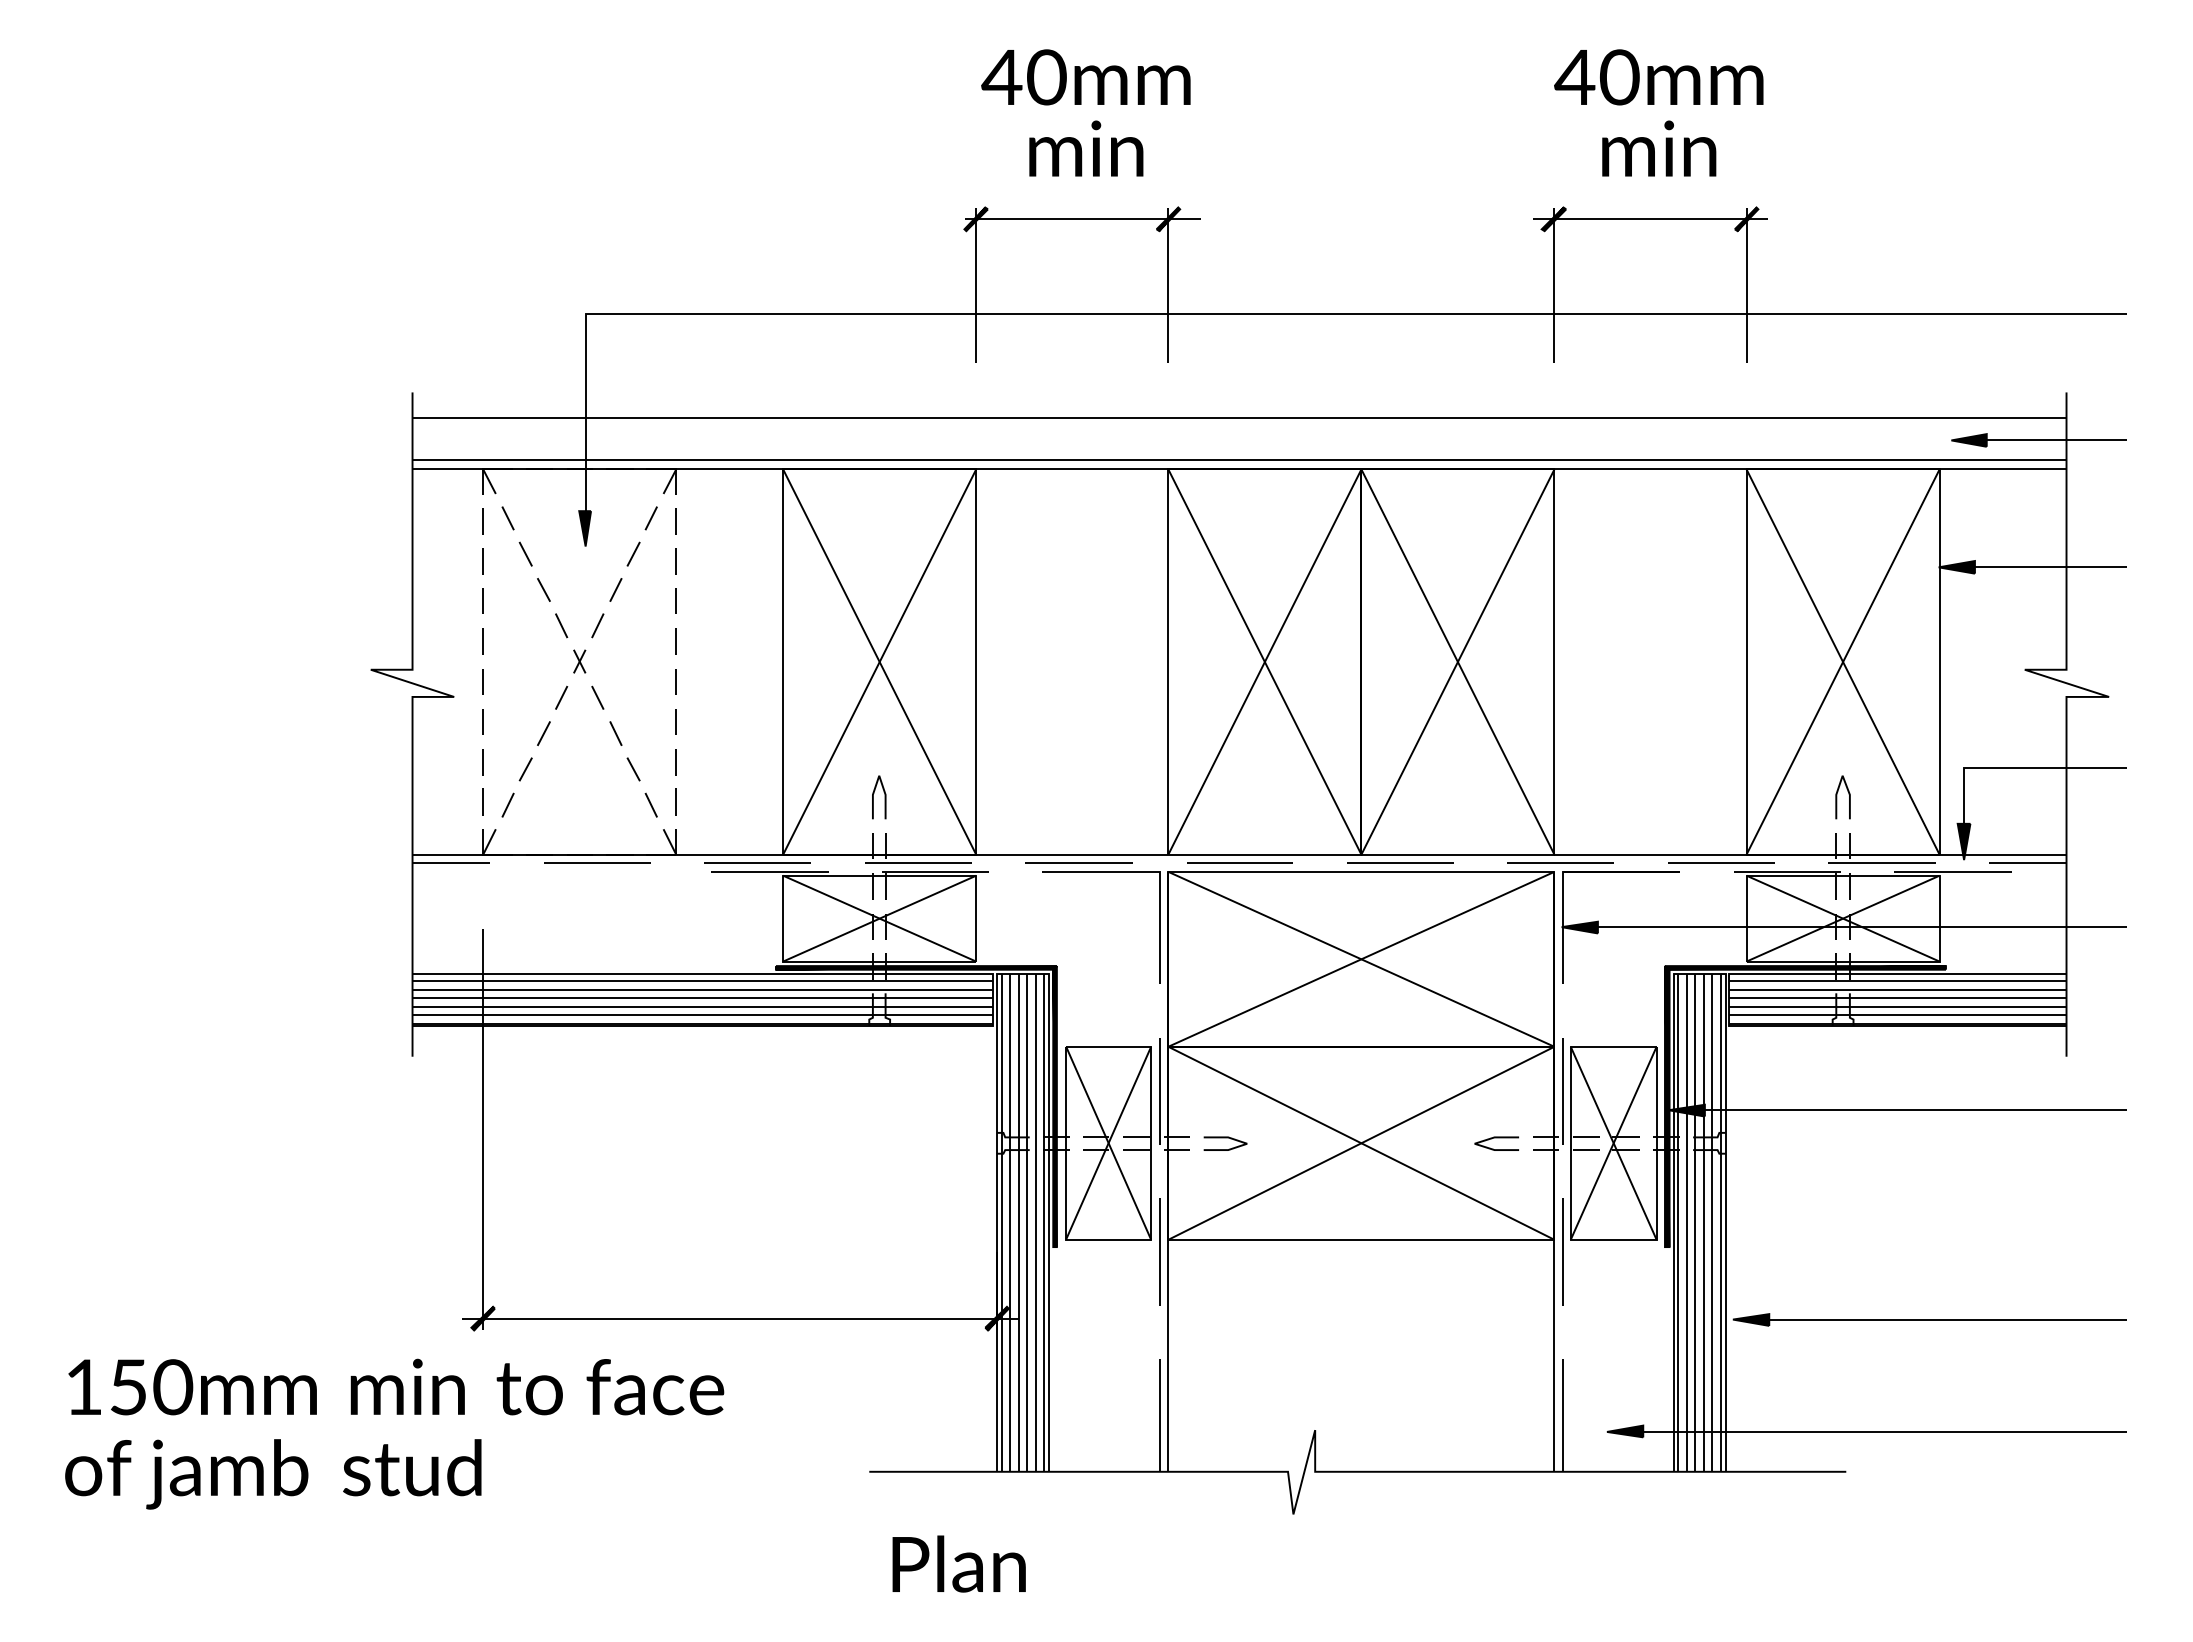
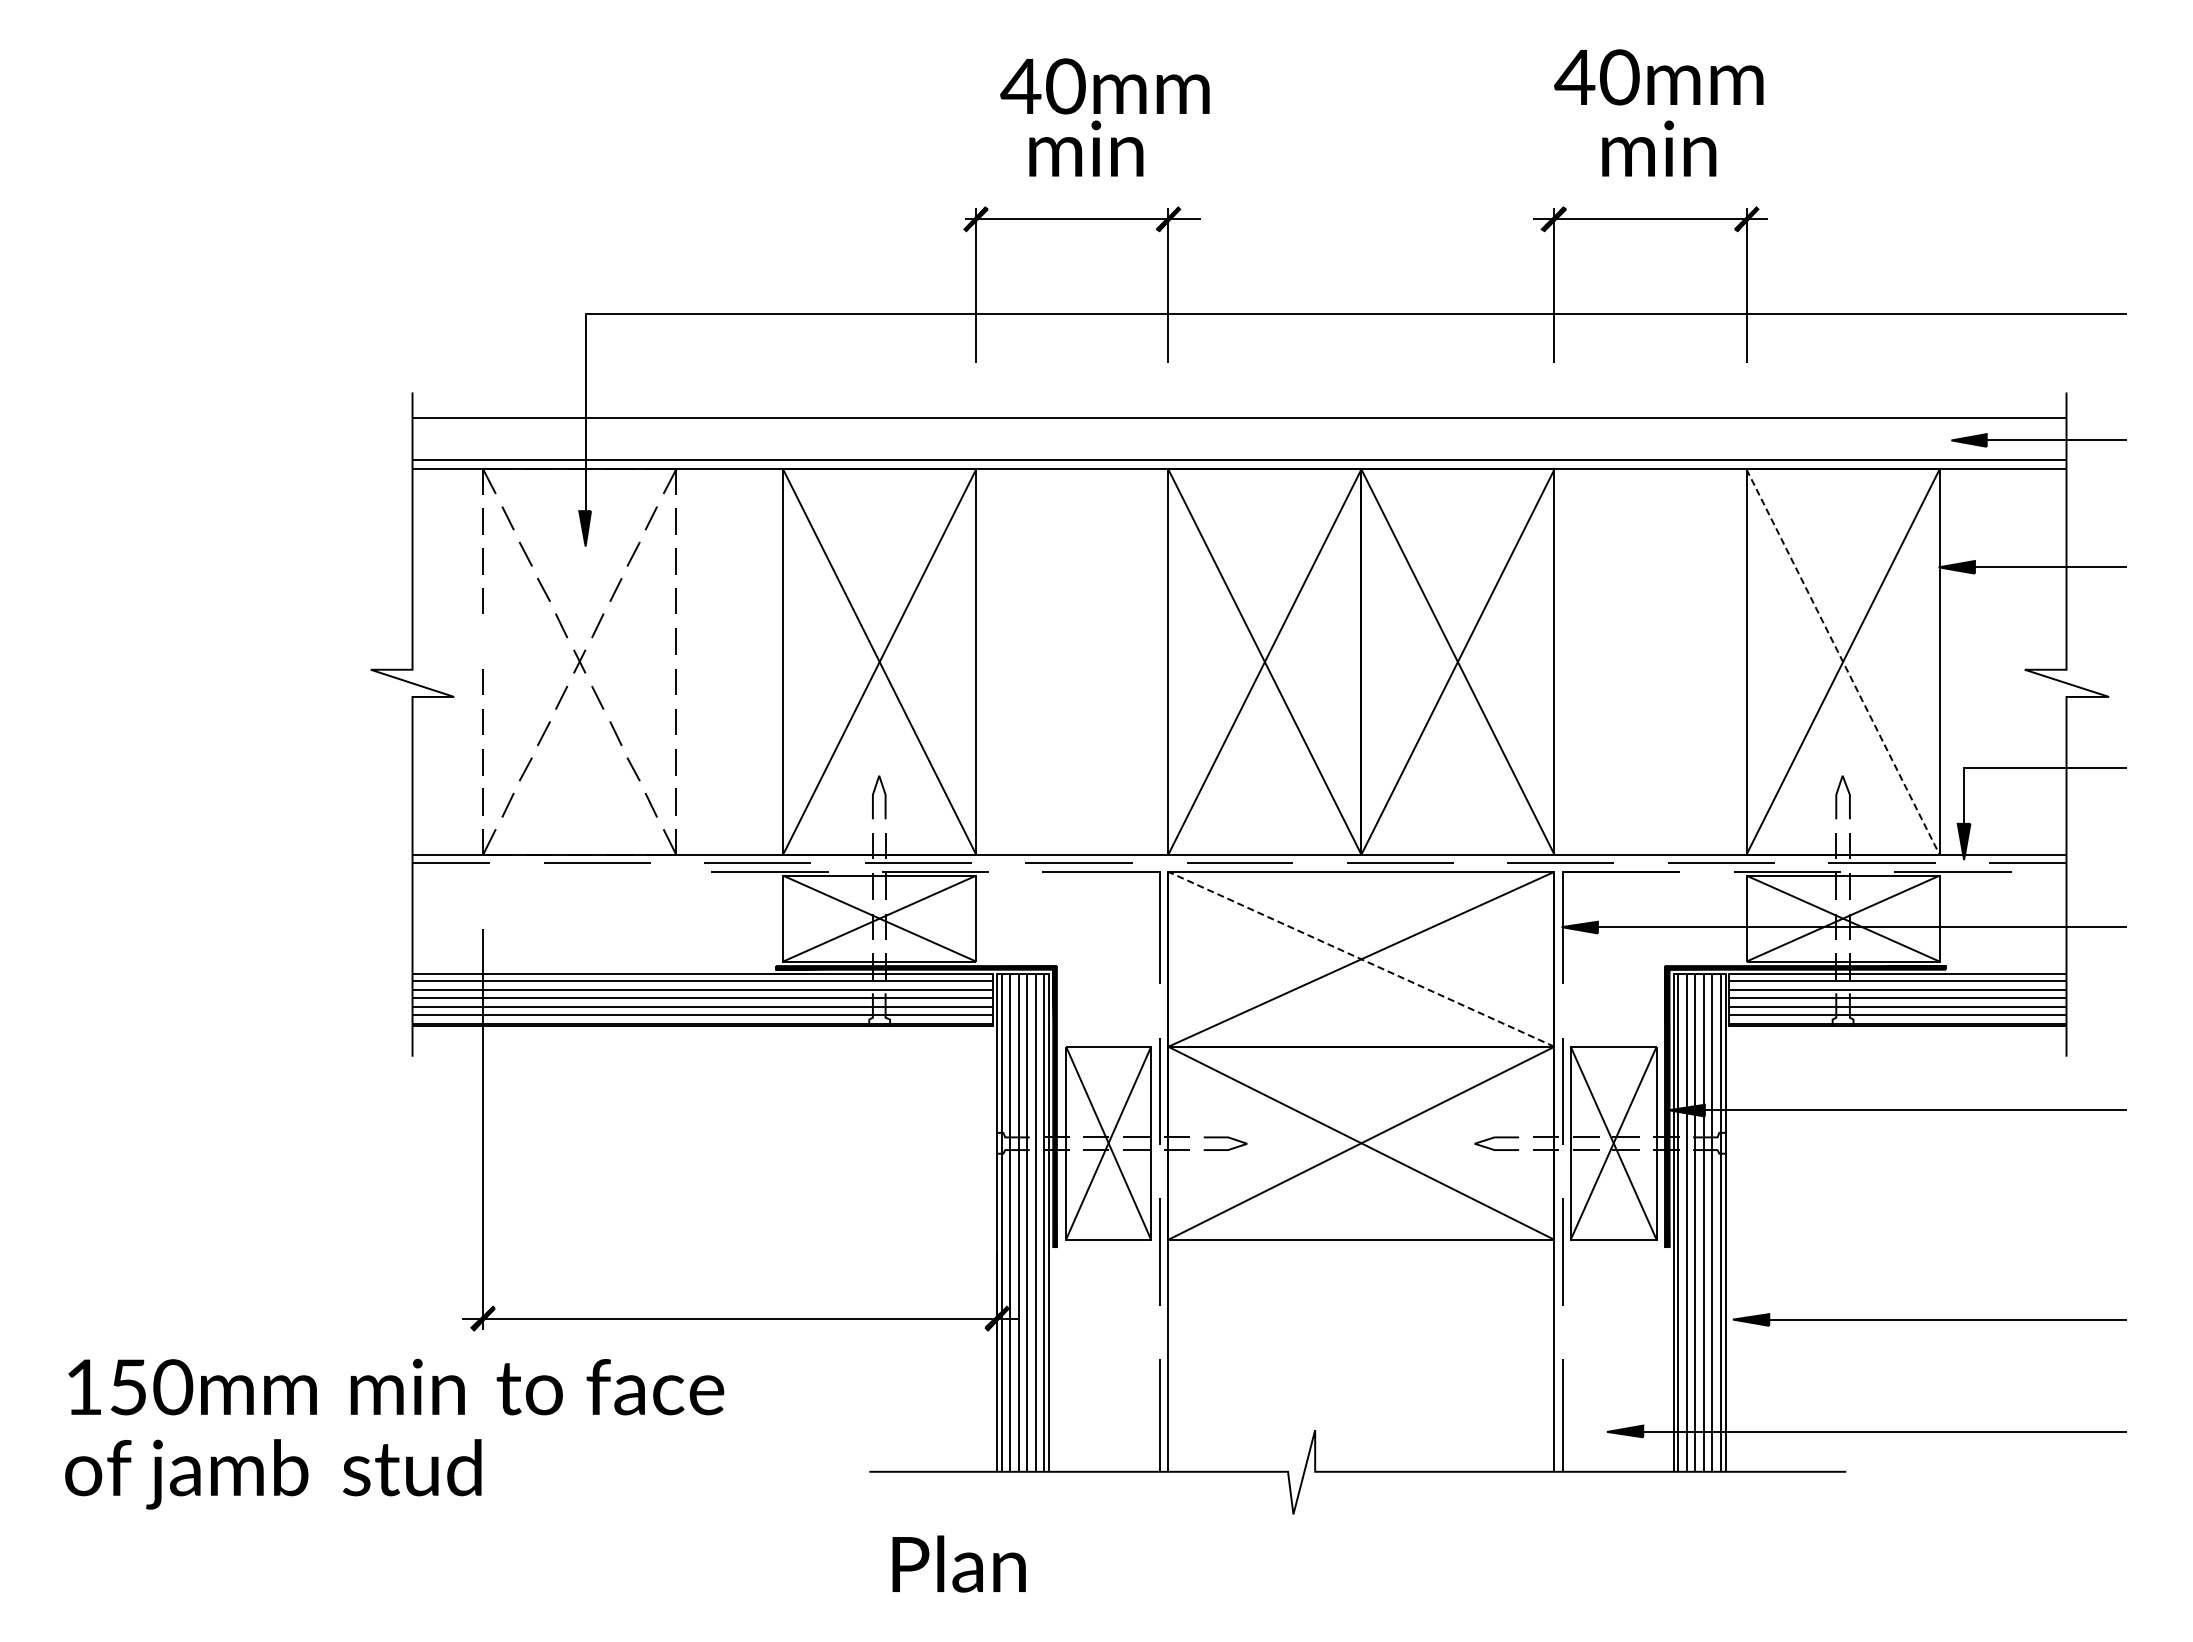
text at (1085, 77) position: (1085, 77) -> (1104, 86)
line at (482, 641): present -> none
line at (1843, 662): solid -> dashed
line at (1361, 959): solid -> dashed
